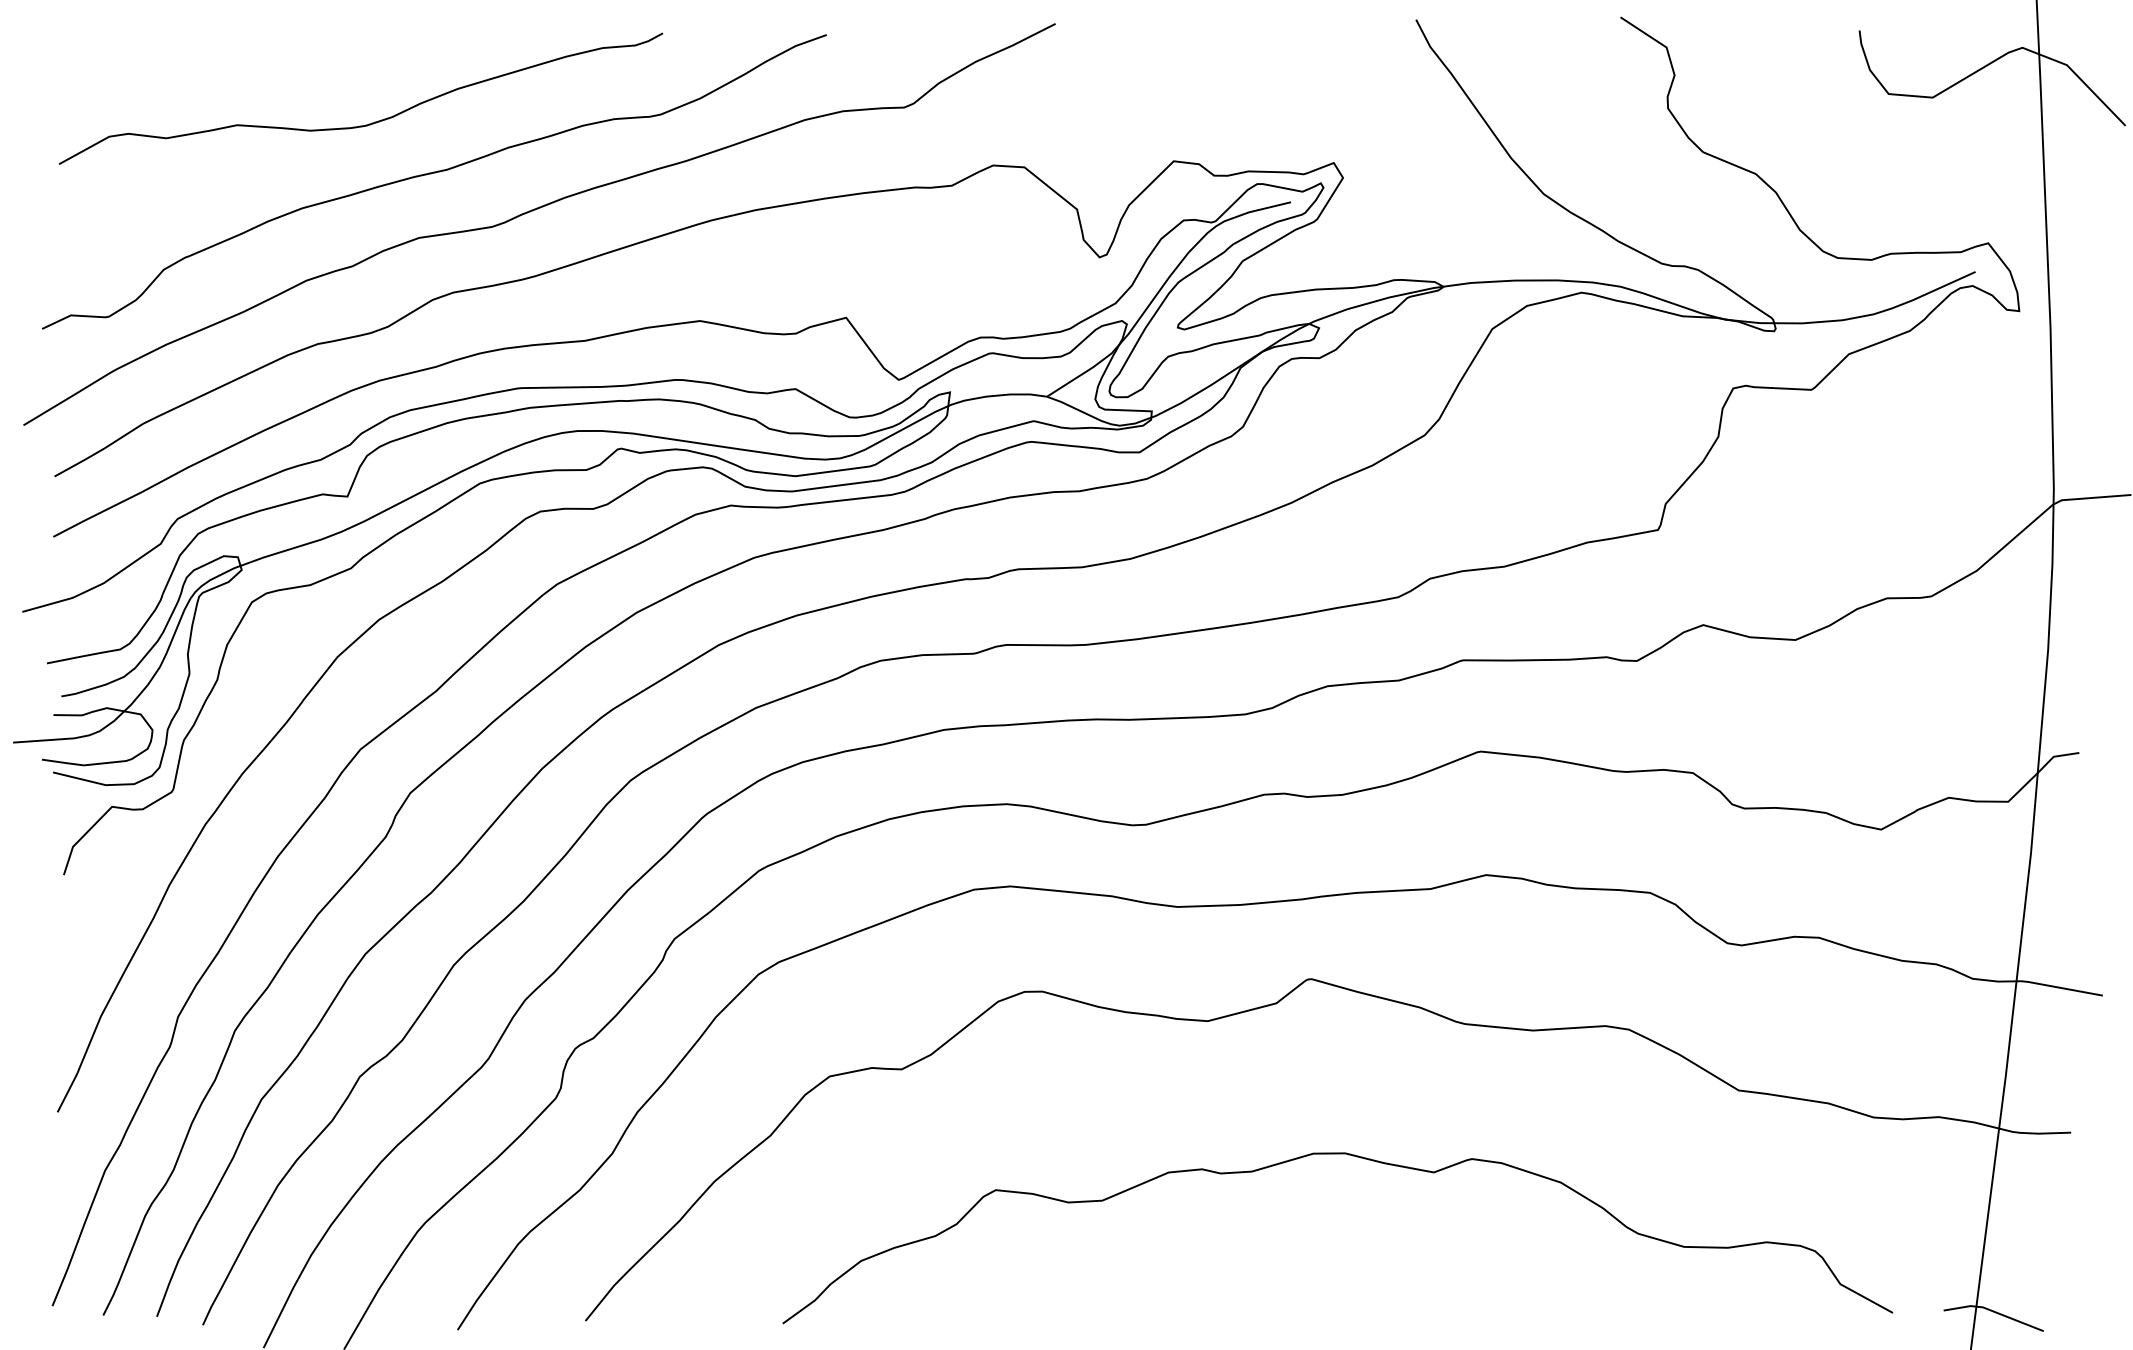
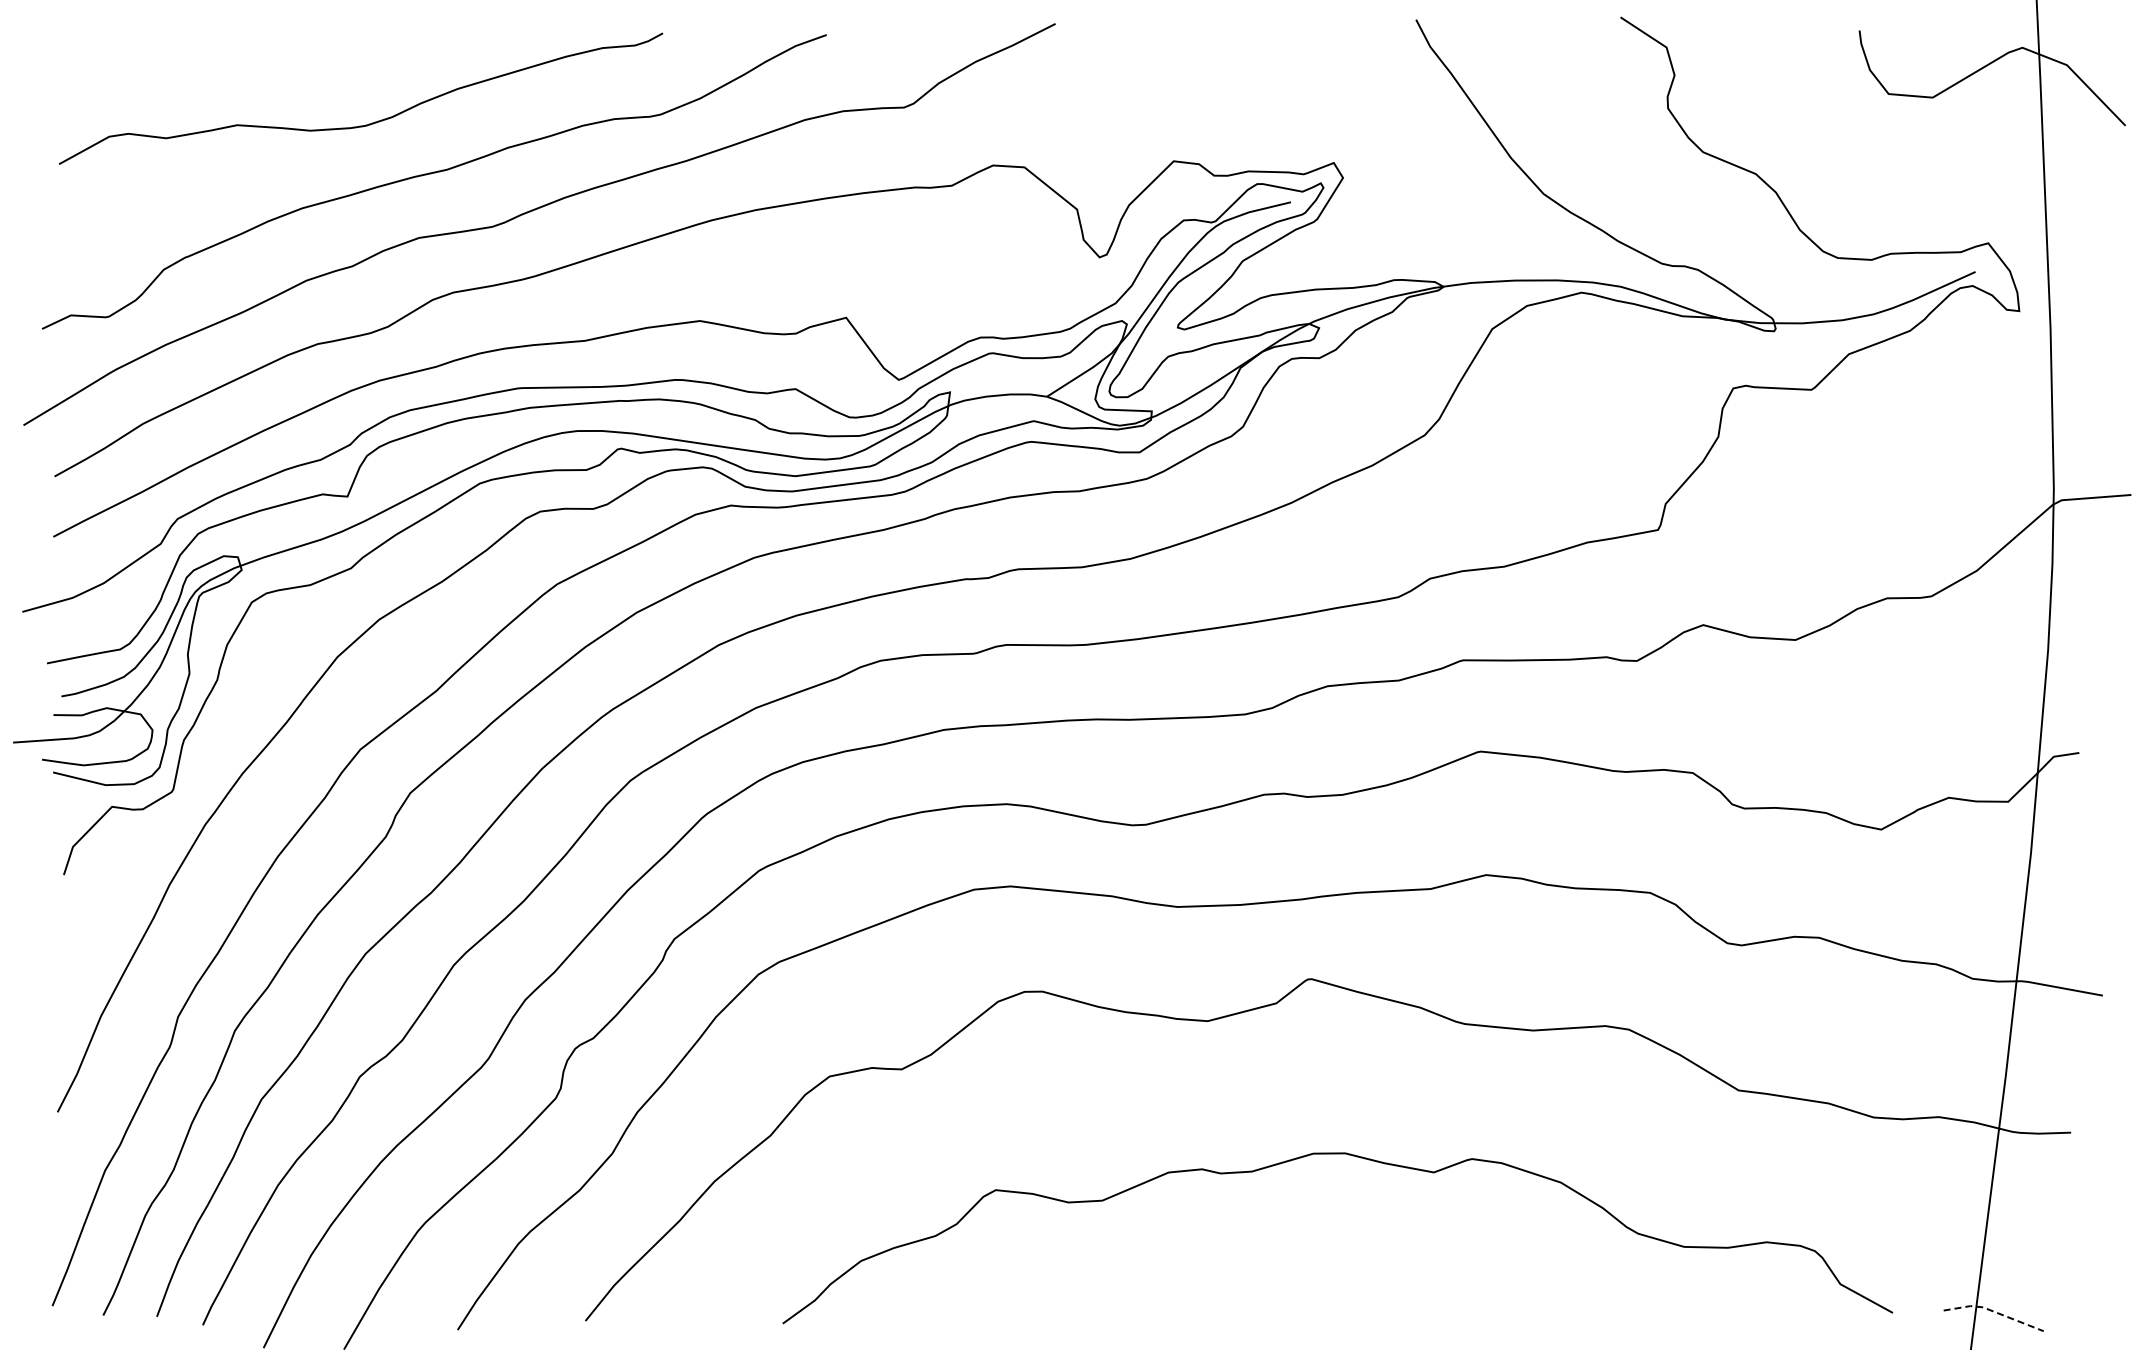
line at (1994, 1311): solid -> dashed
